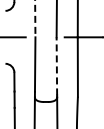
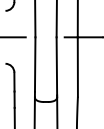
line at (35, 19): dashed -> solid
line at (56, 65): dashed -> solid
